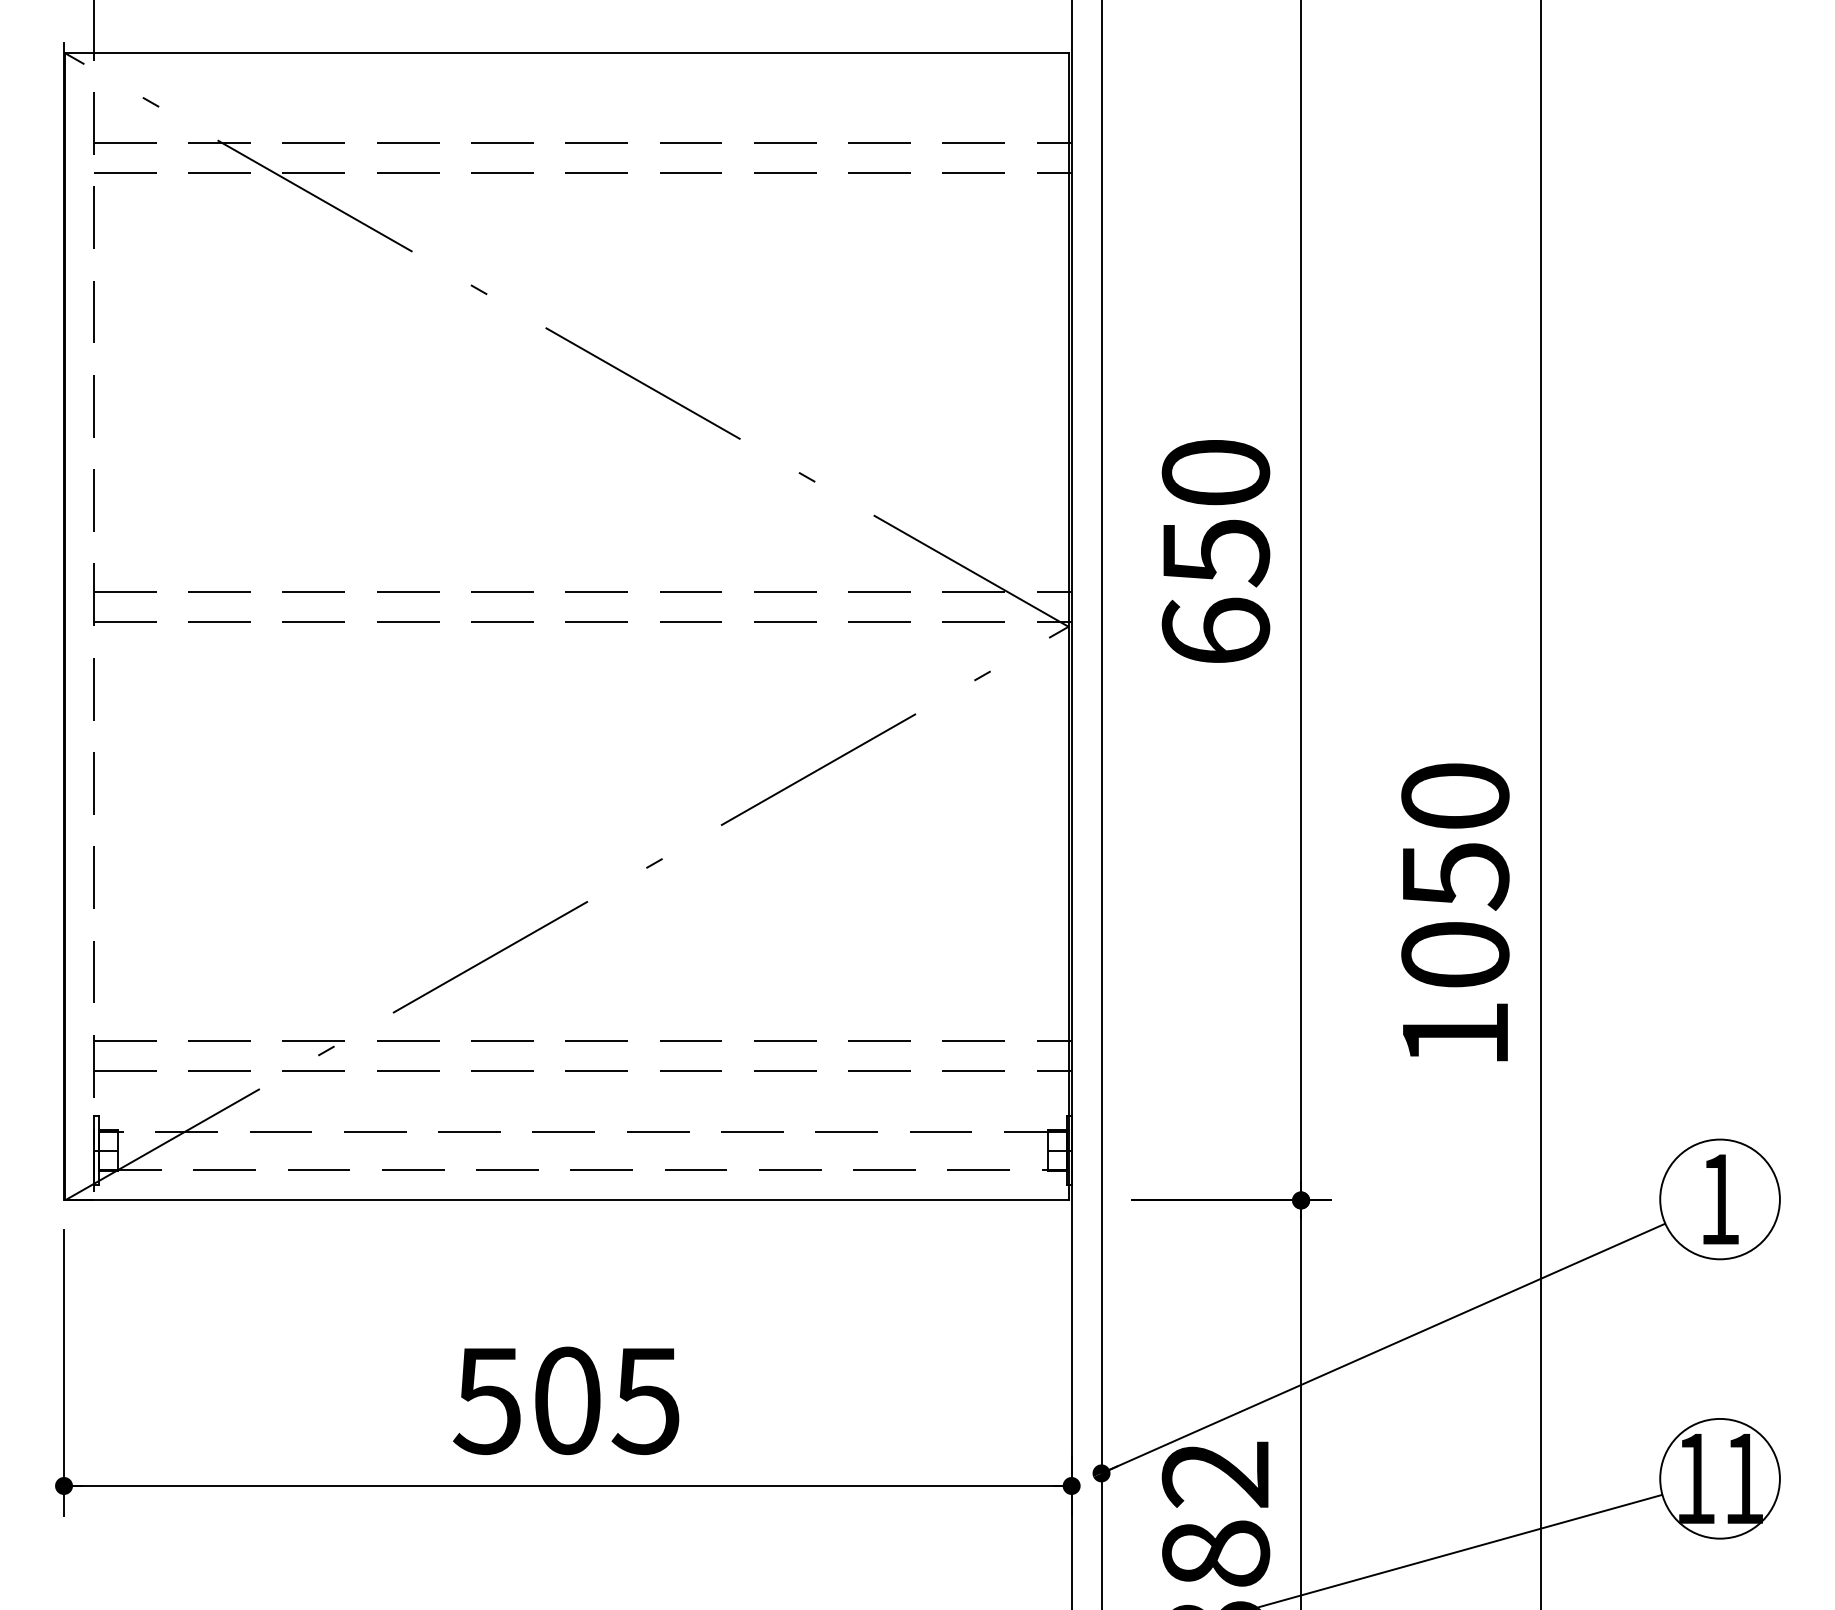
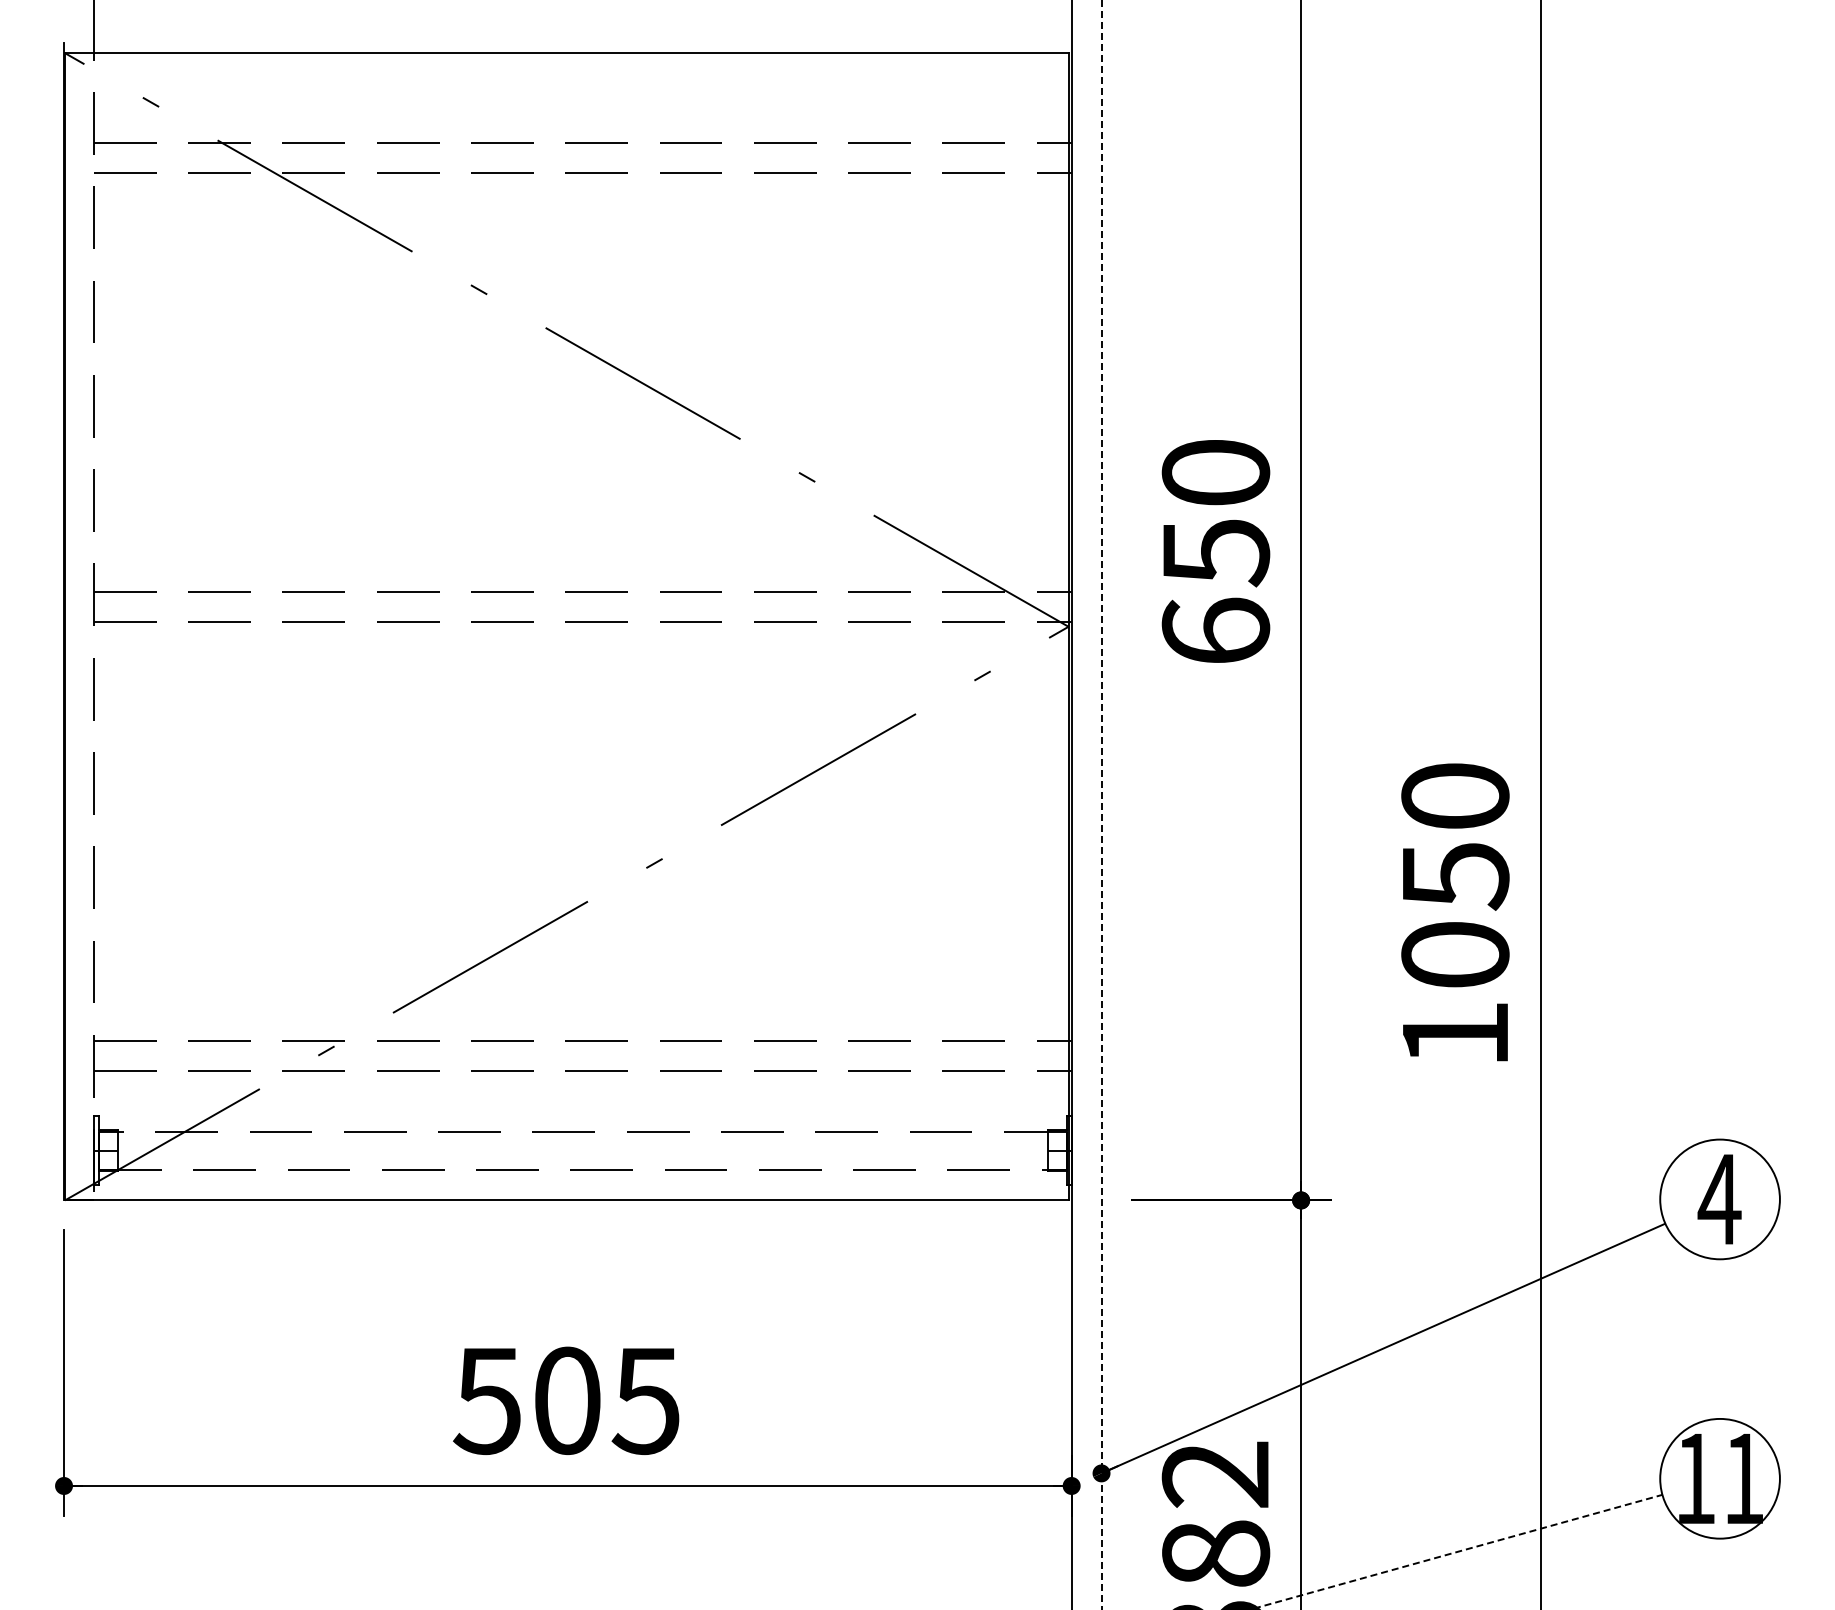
line at (1101, 805): solid -> dashed
text at (1719, 1199): 1 -> 4
line at (1456, 1552): solid -> dashed
